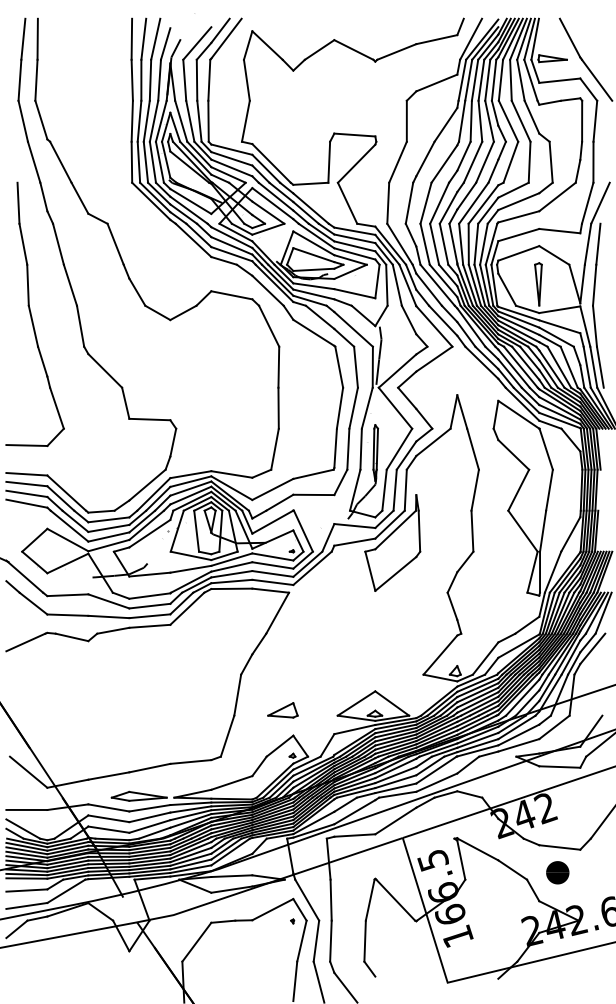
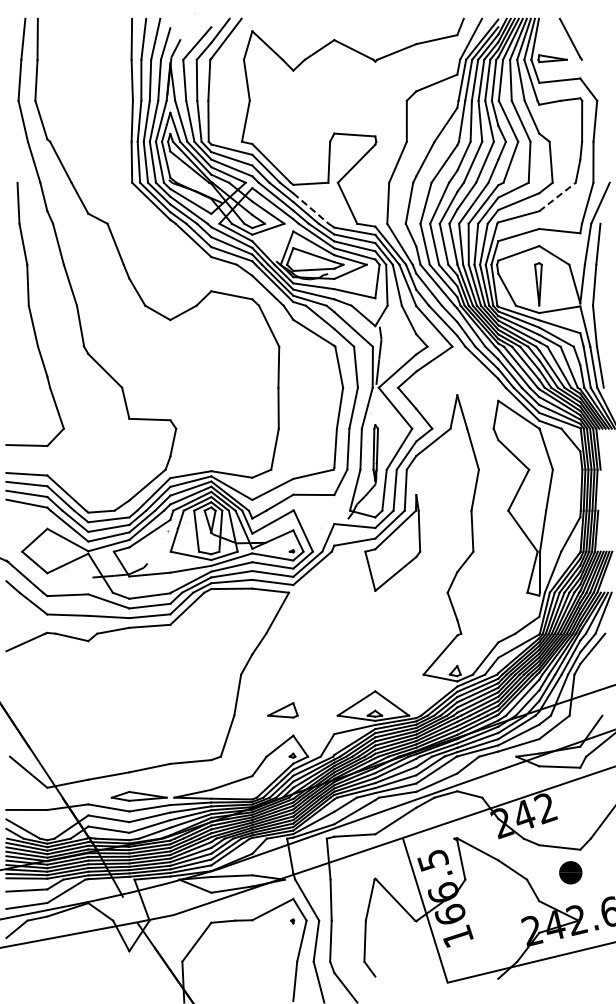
line at (596, 79): present -> none
line at (557, 196): solid -> dashed
line at (311, 208): solid -> dashed
text at (557, 872) position: (557, 872) -> (570, 872)
